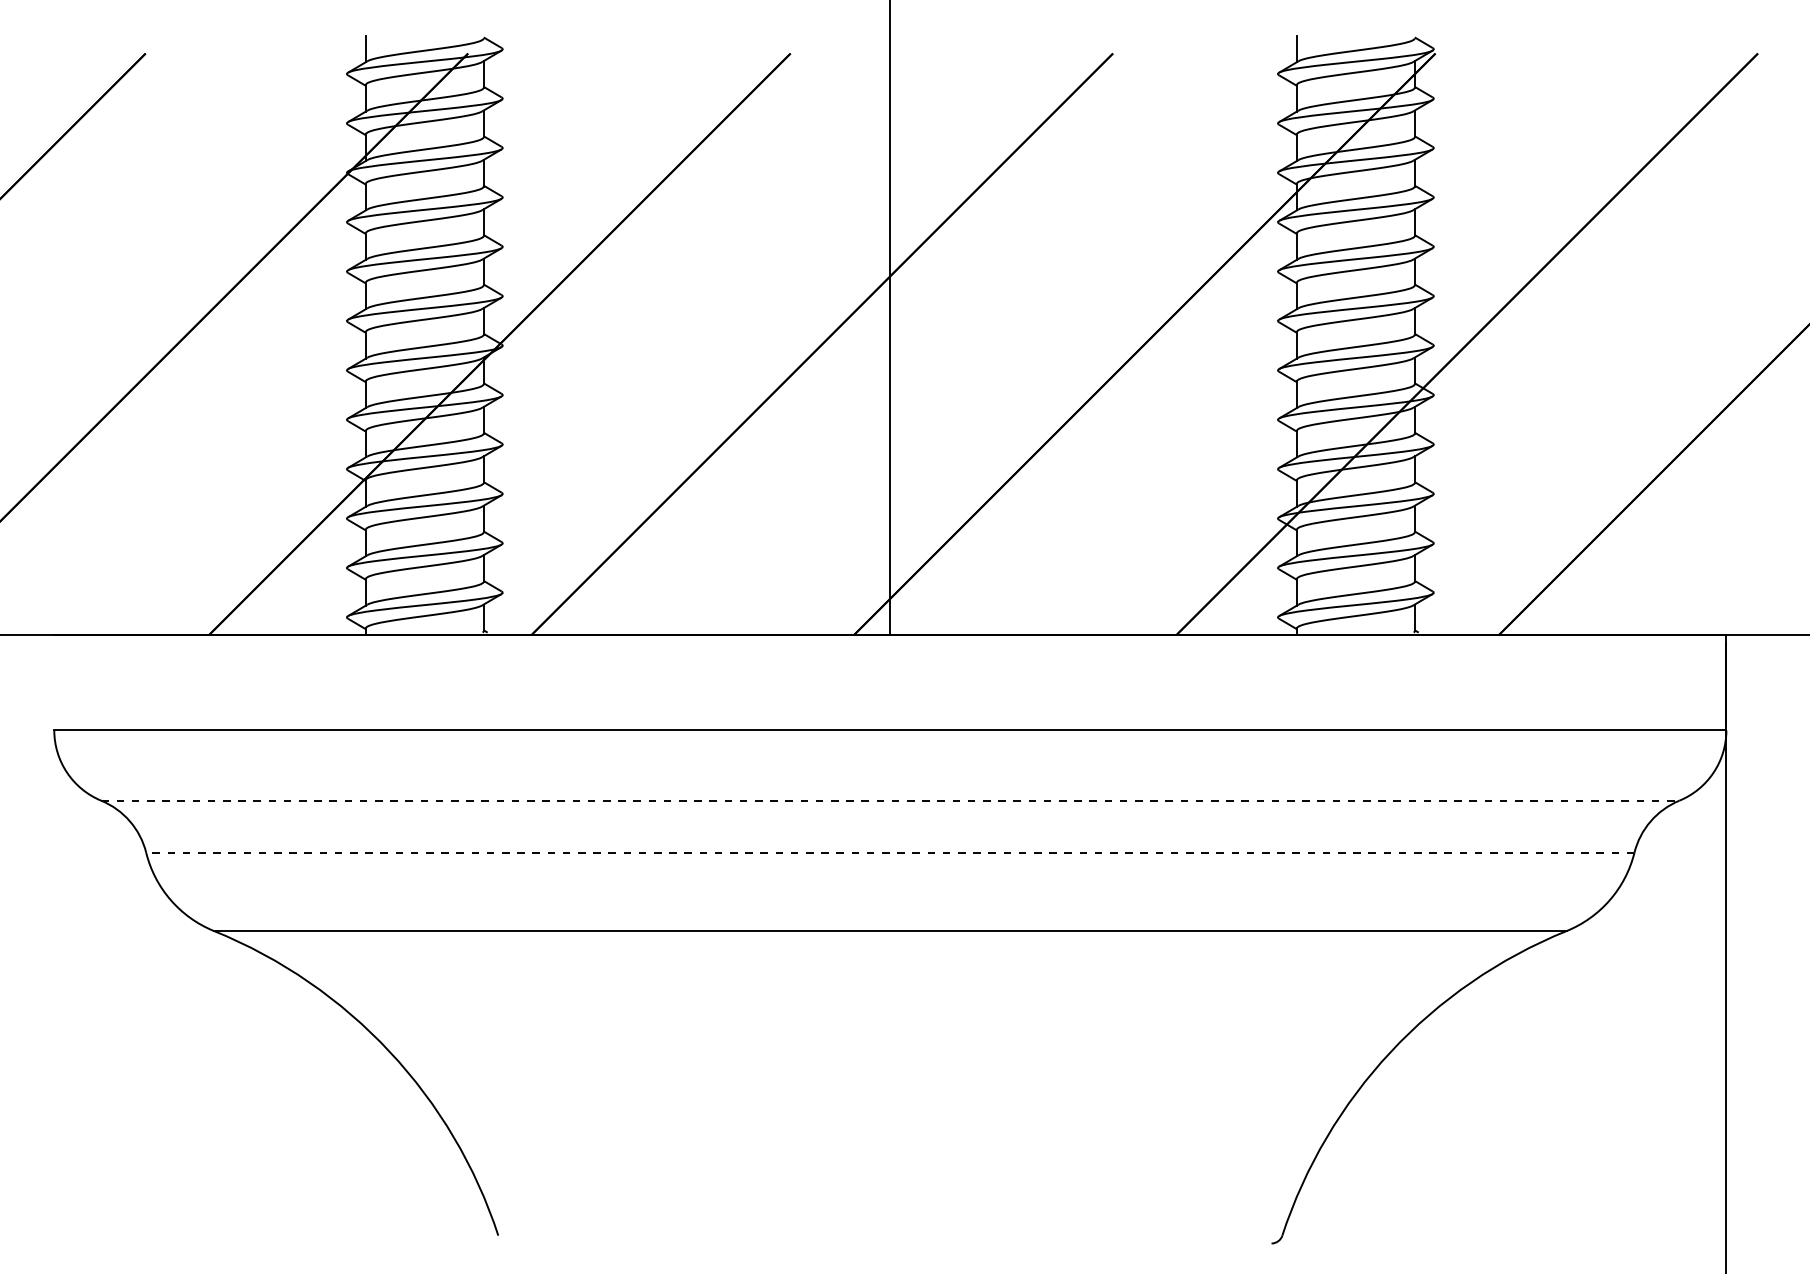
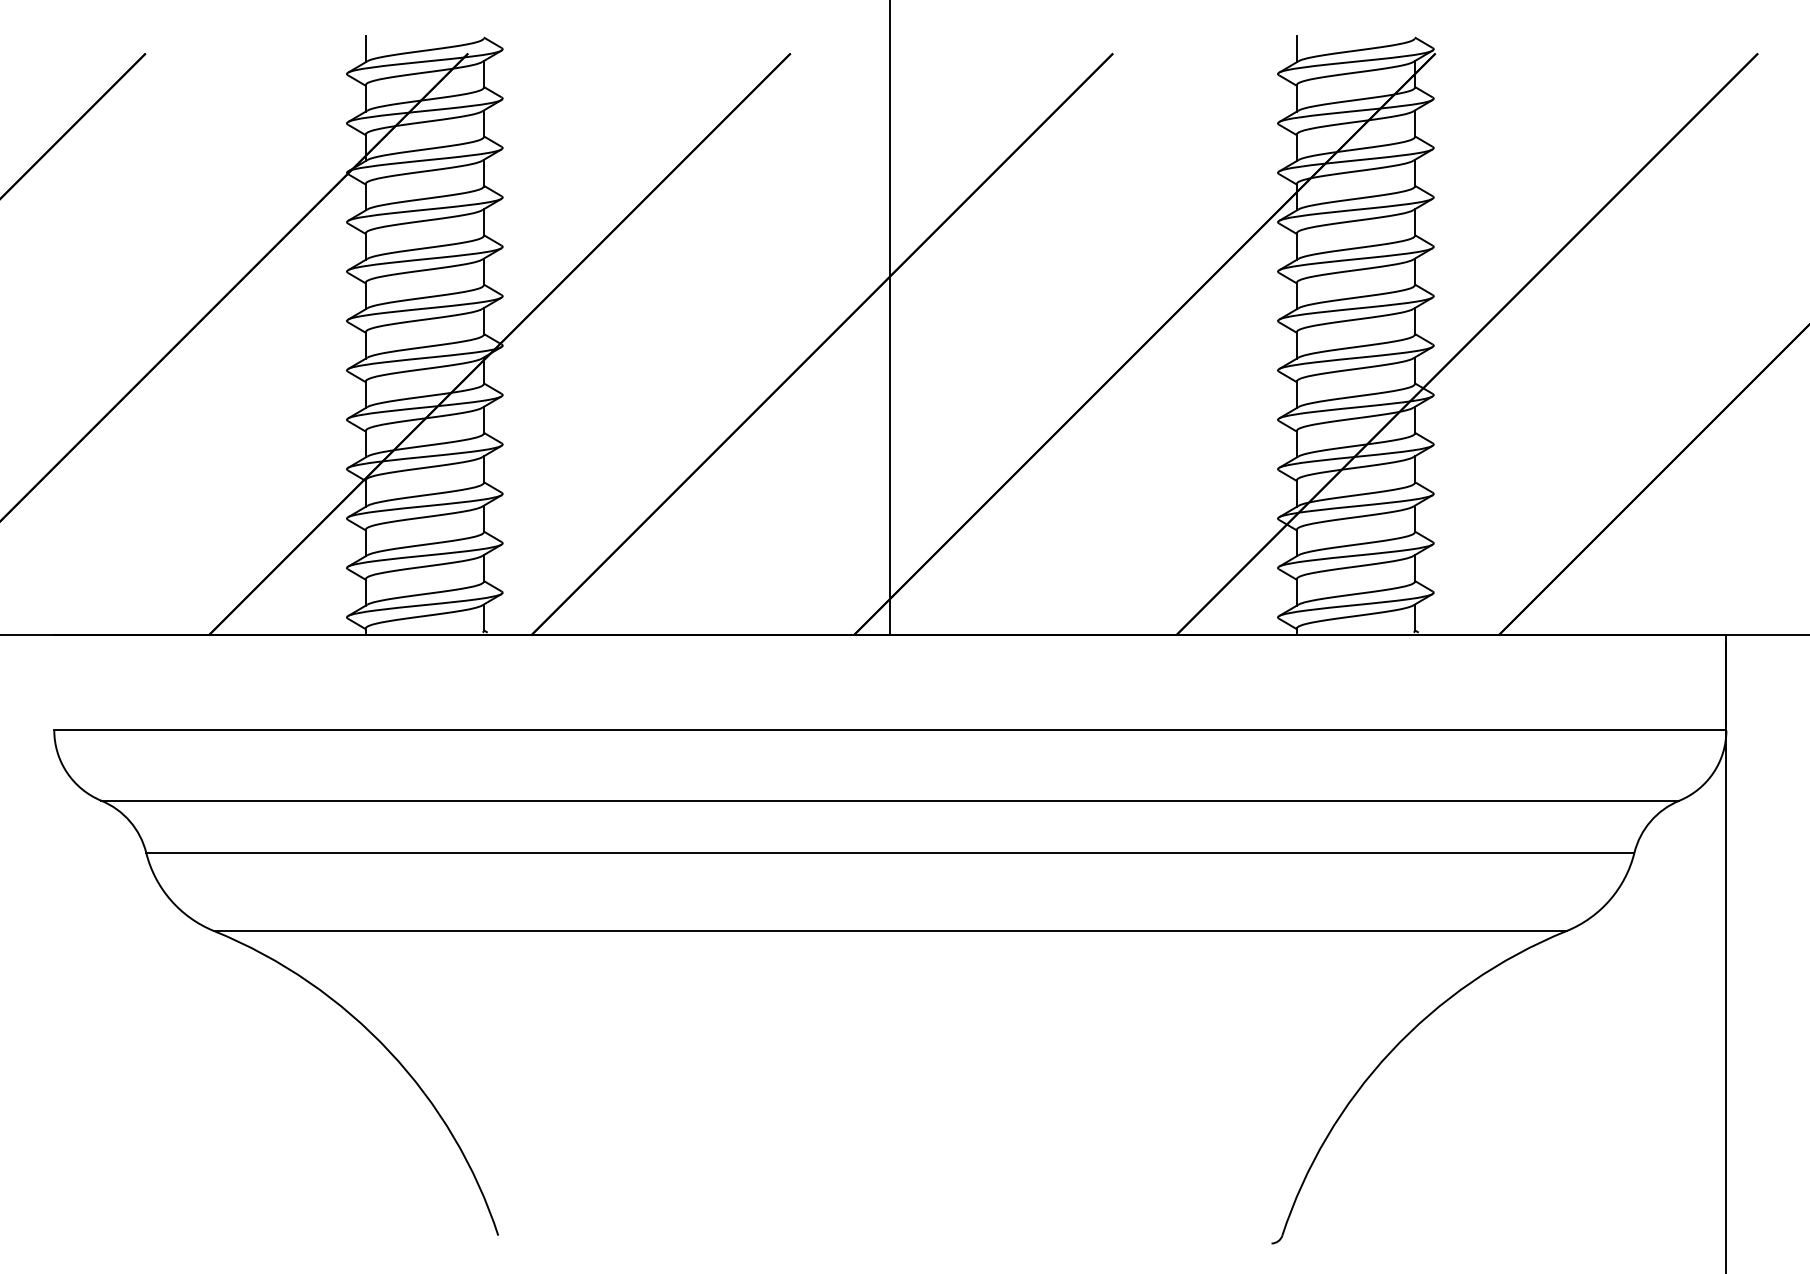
line at (890, 800): dashed -> solid
line at (889, 852): dashed -> solid
